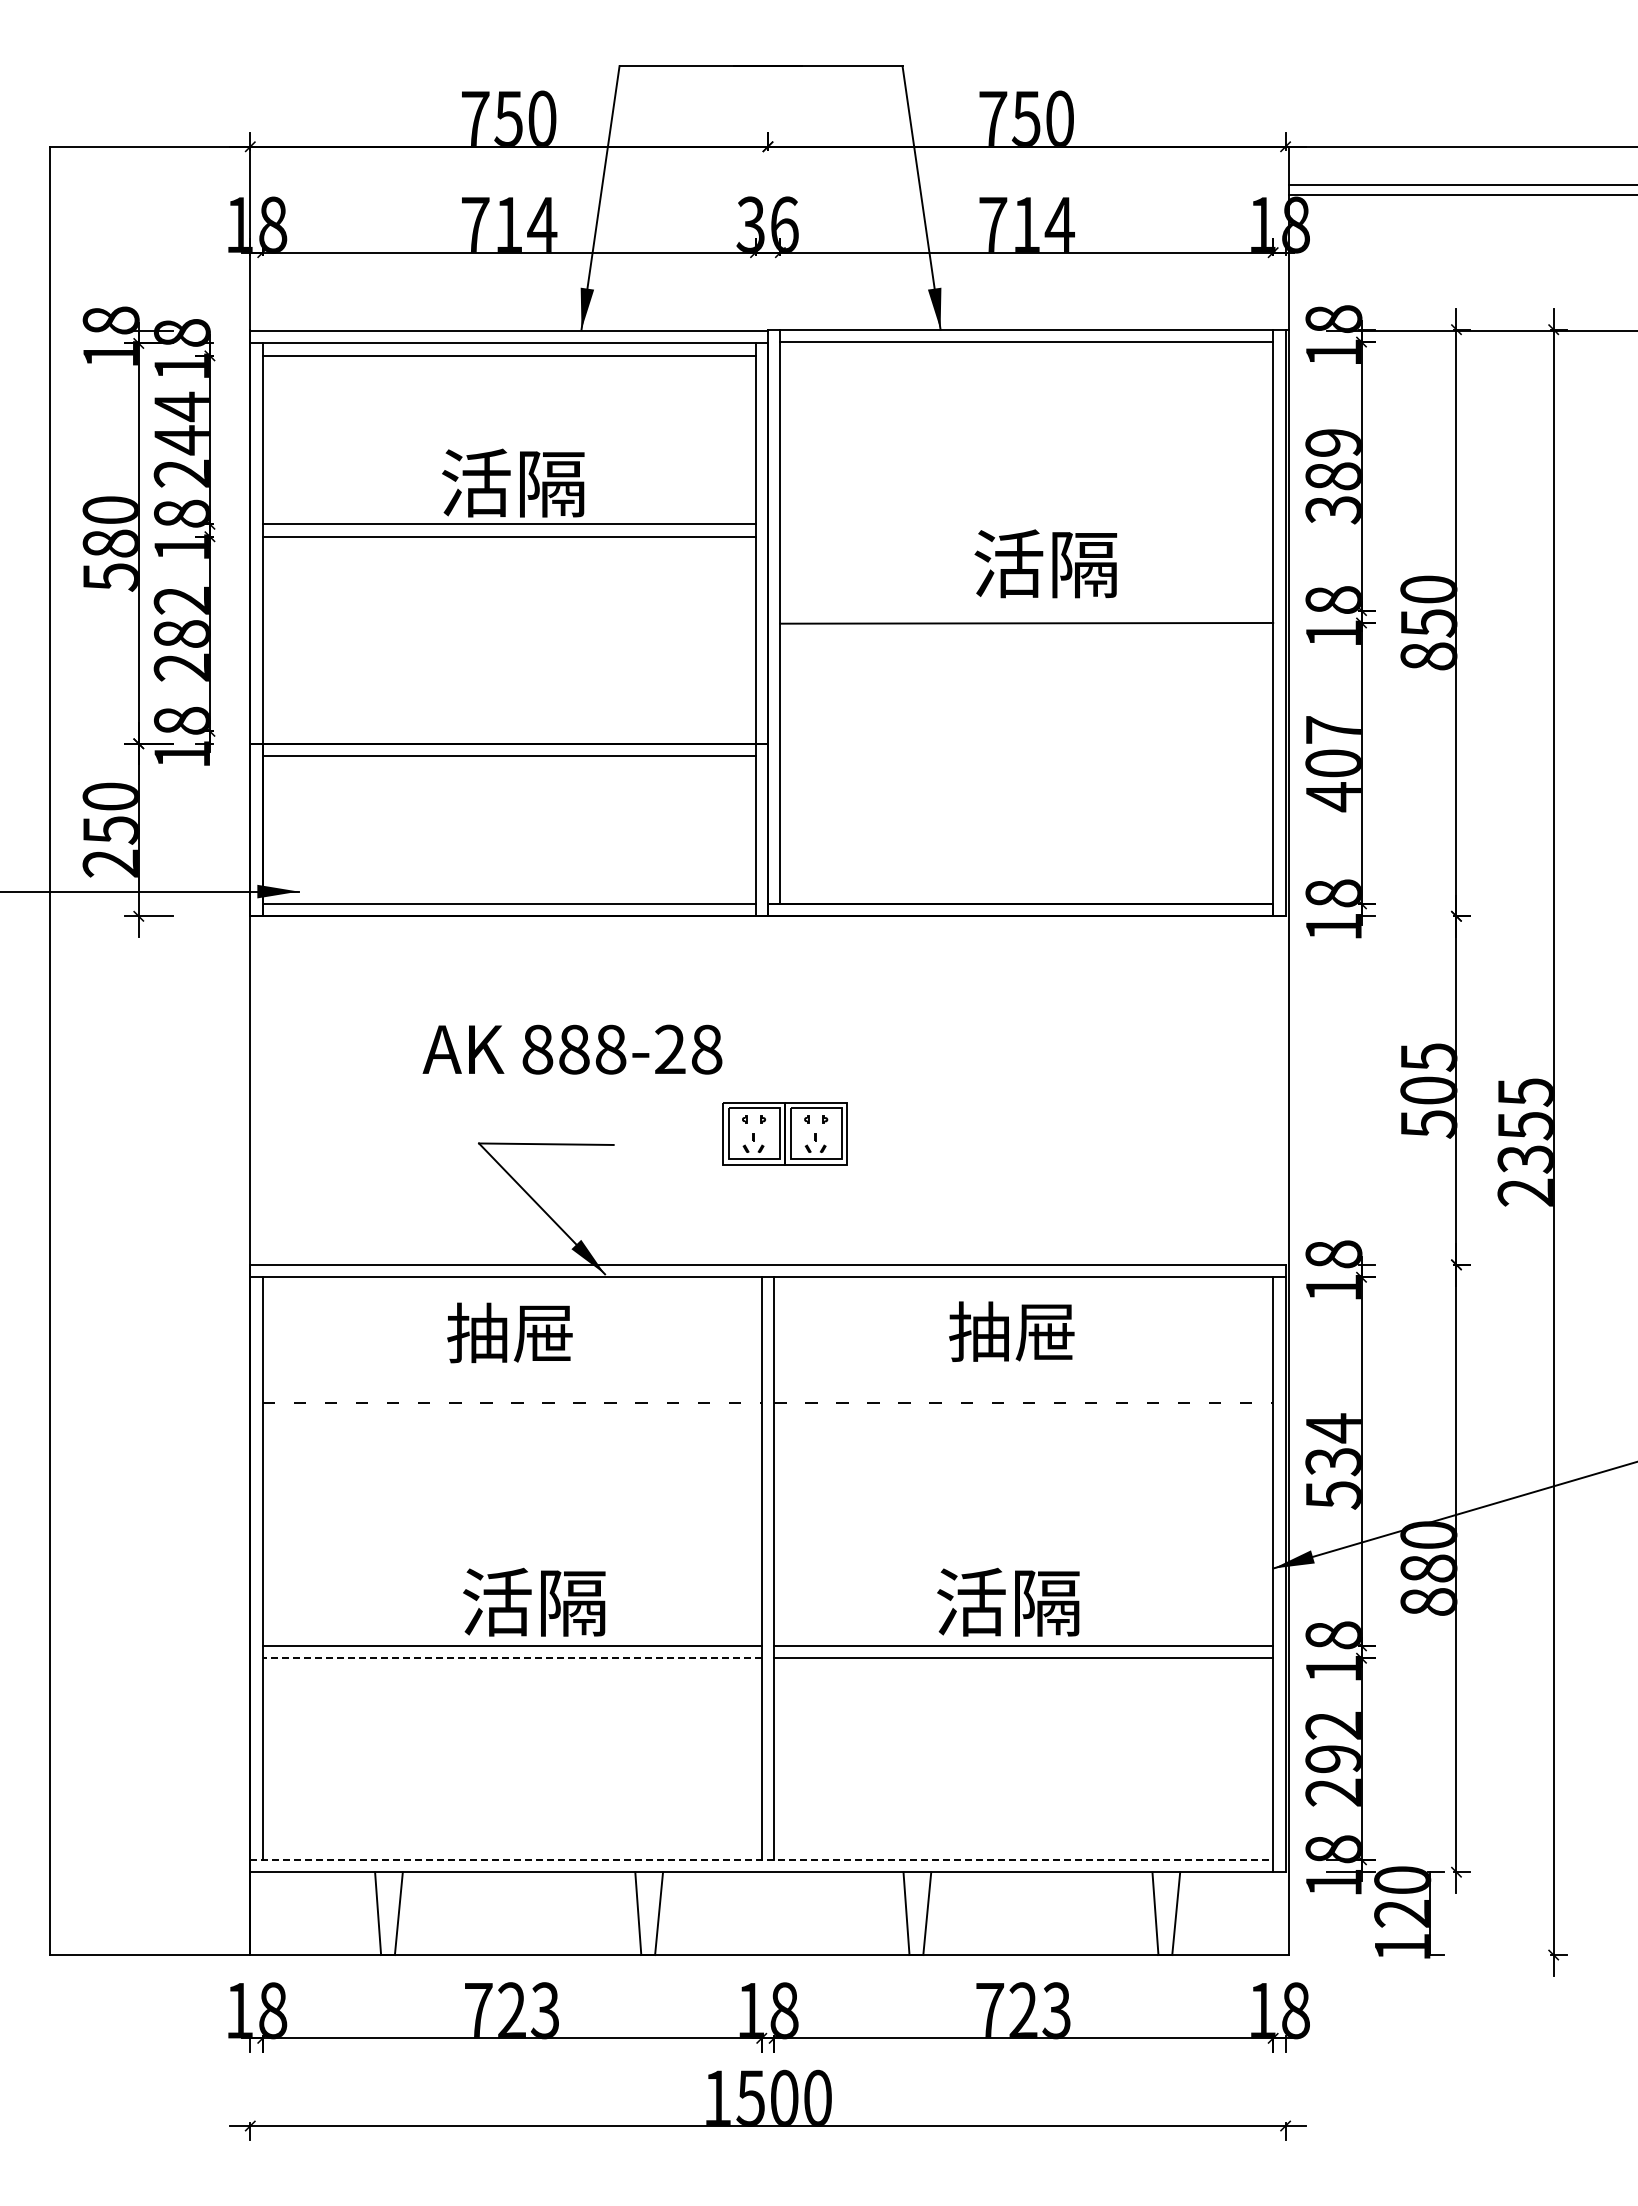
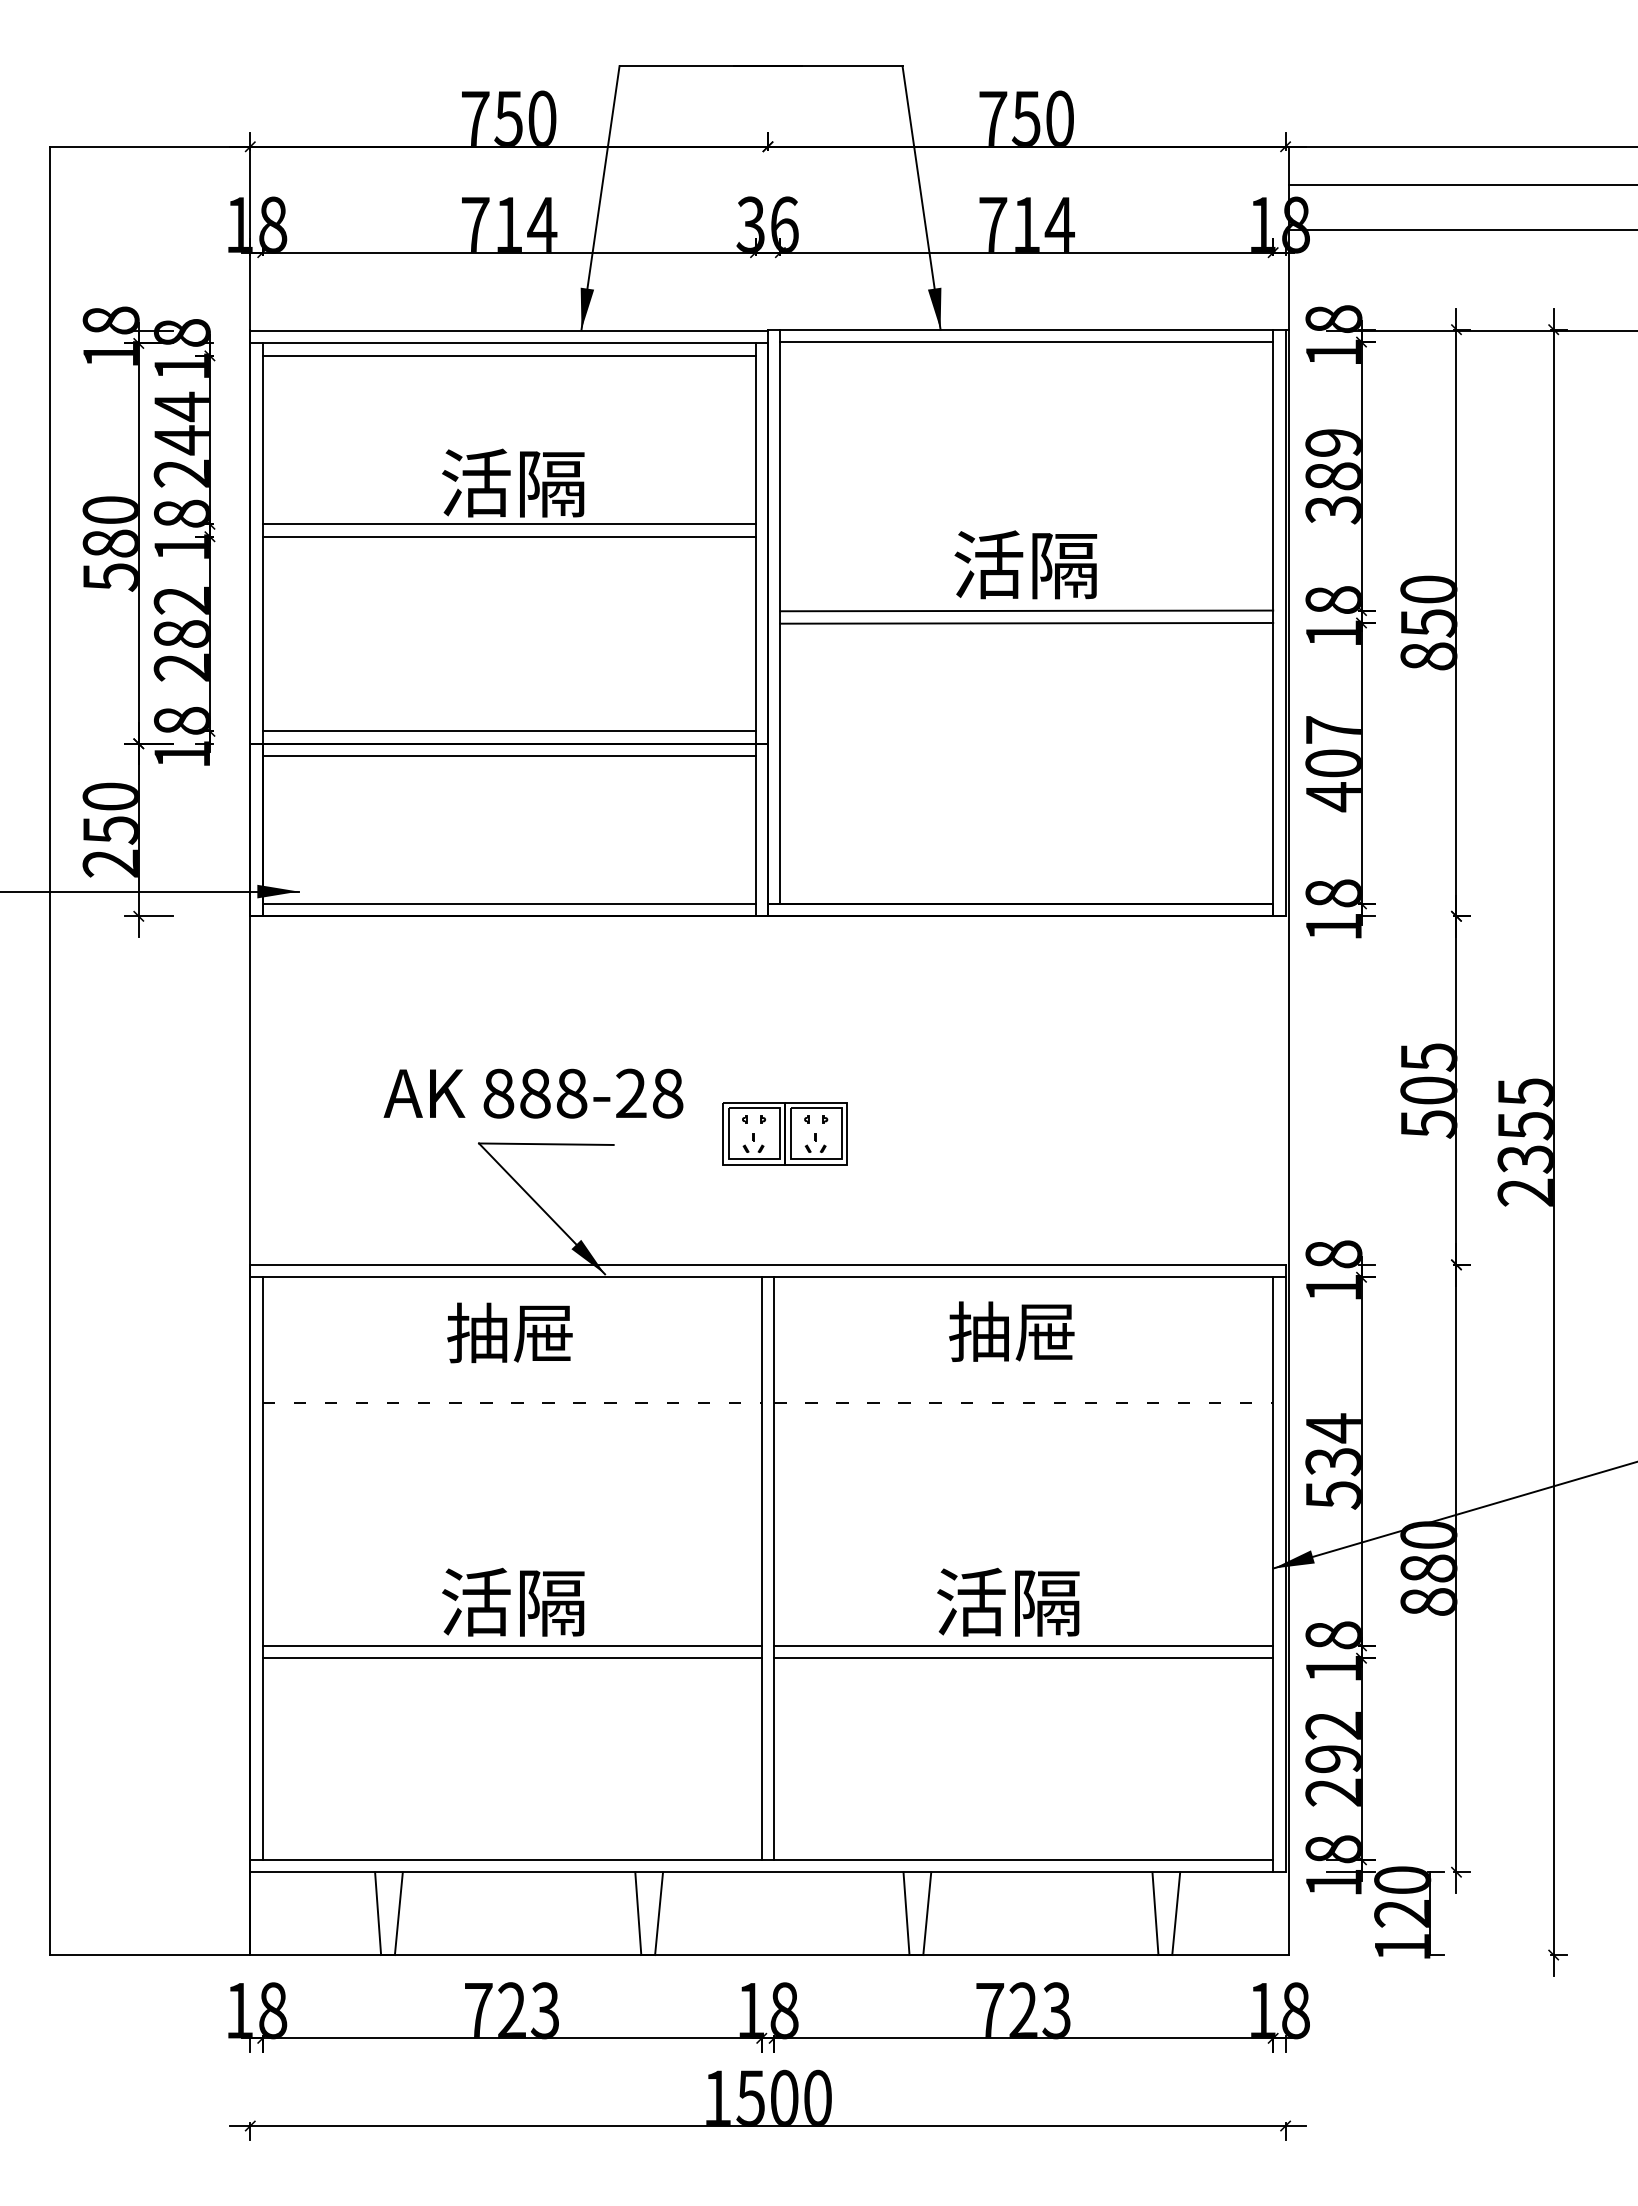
line at (1461, 194) position: (1461, 194) -> (1461, 229)
text at (1045, 563) position: (1045, 563) -> (1025, 564)
line at (1026, 610): none -> present
line at (508, 731): none -> present
text at (572, 1049) position: (572, 1049) -> (533, 1093)
text at (534, 1601) position: (534, 1601) -> (513, 1601)
line at (512, 1658): dashed -> solid
line at (762, 1859): dashed -> solid
